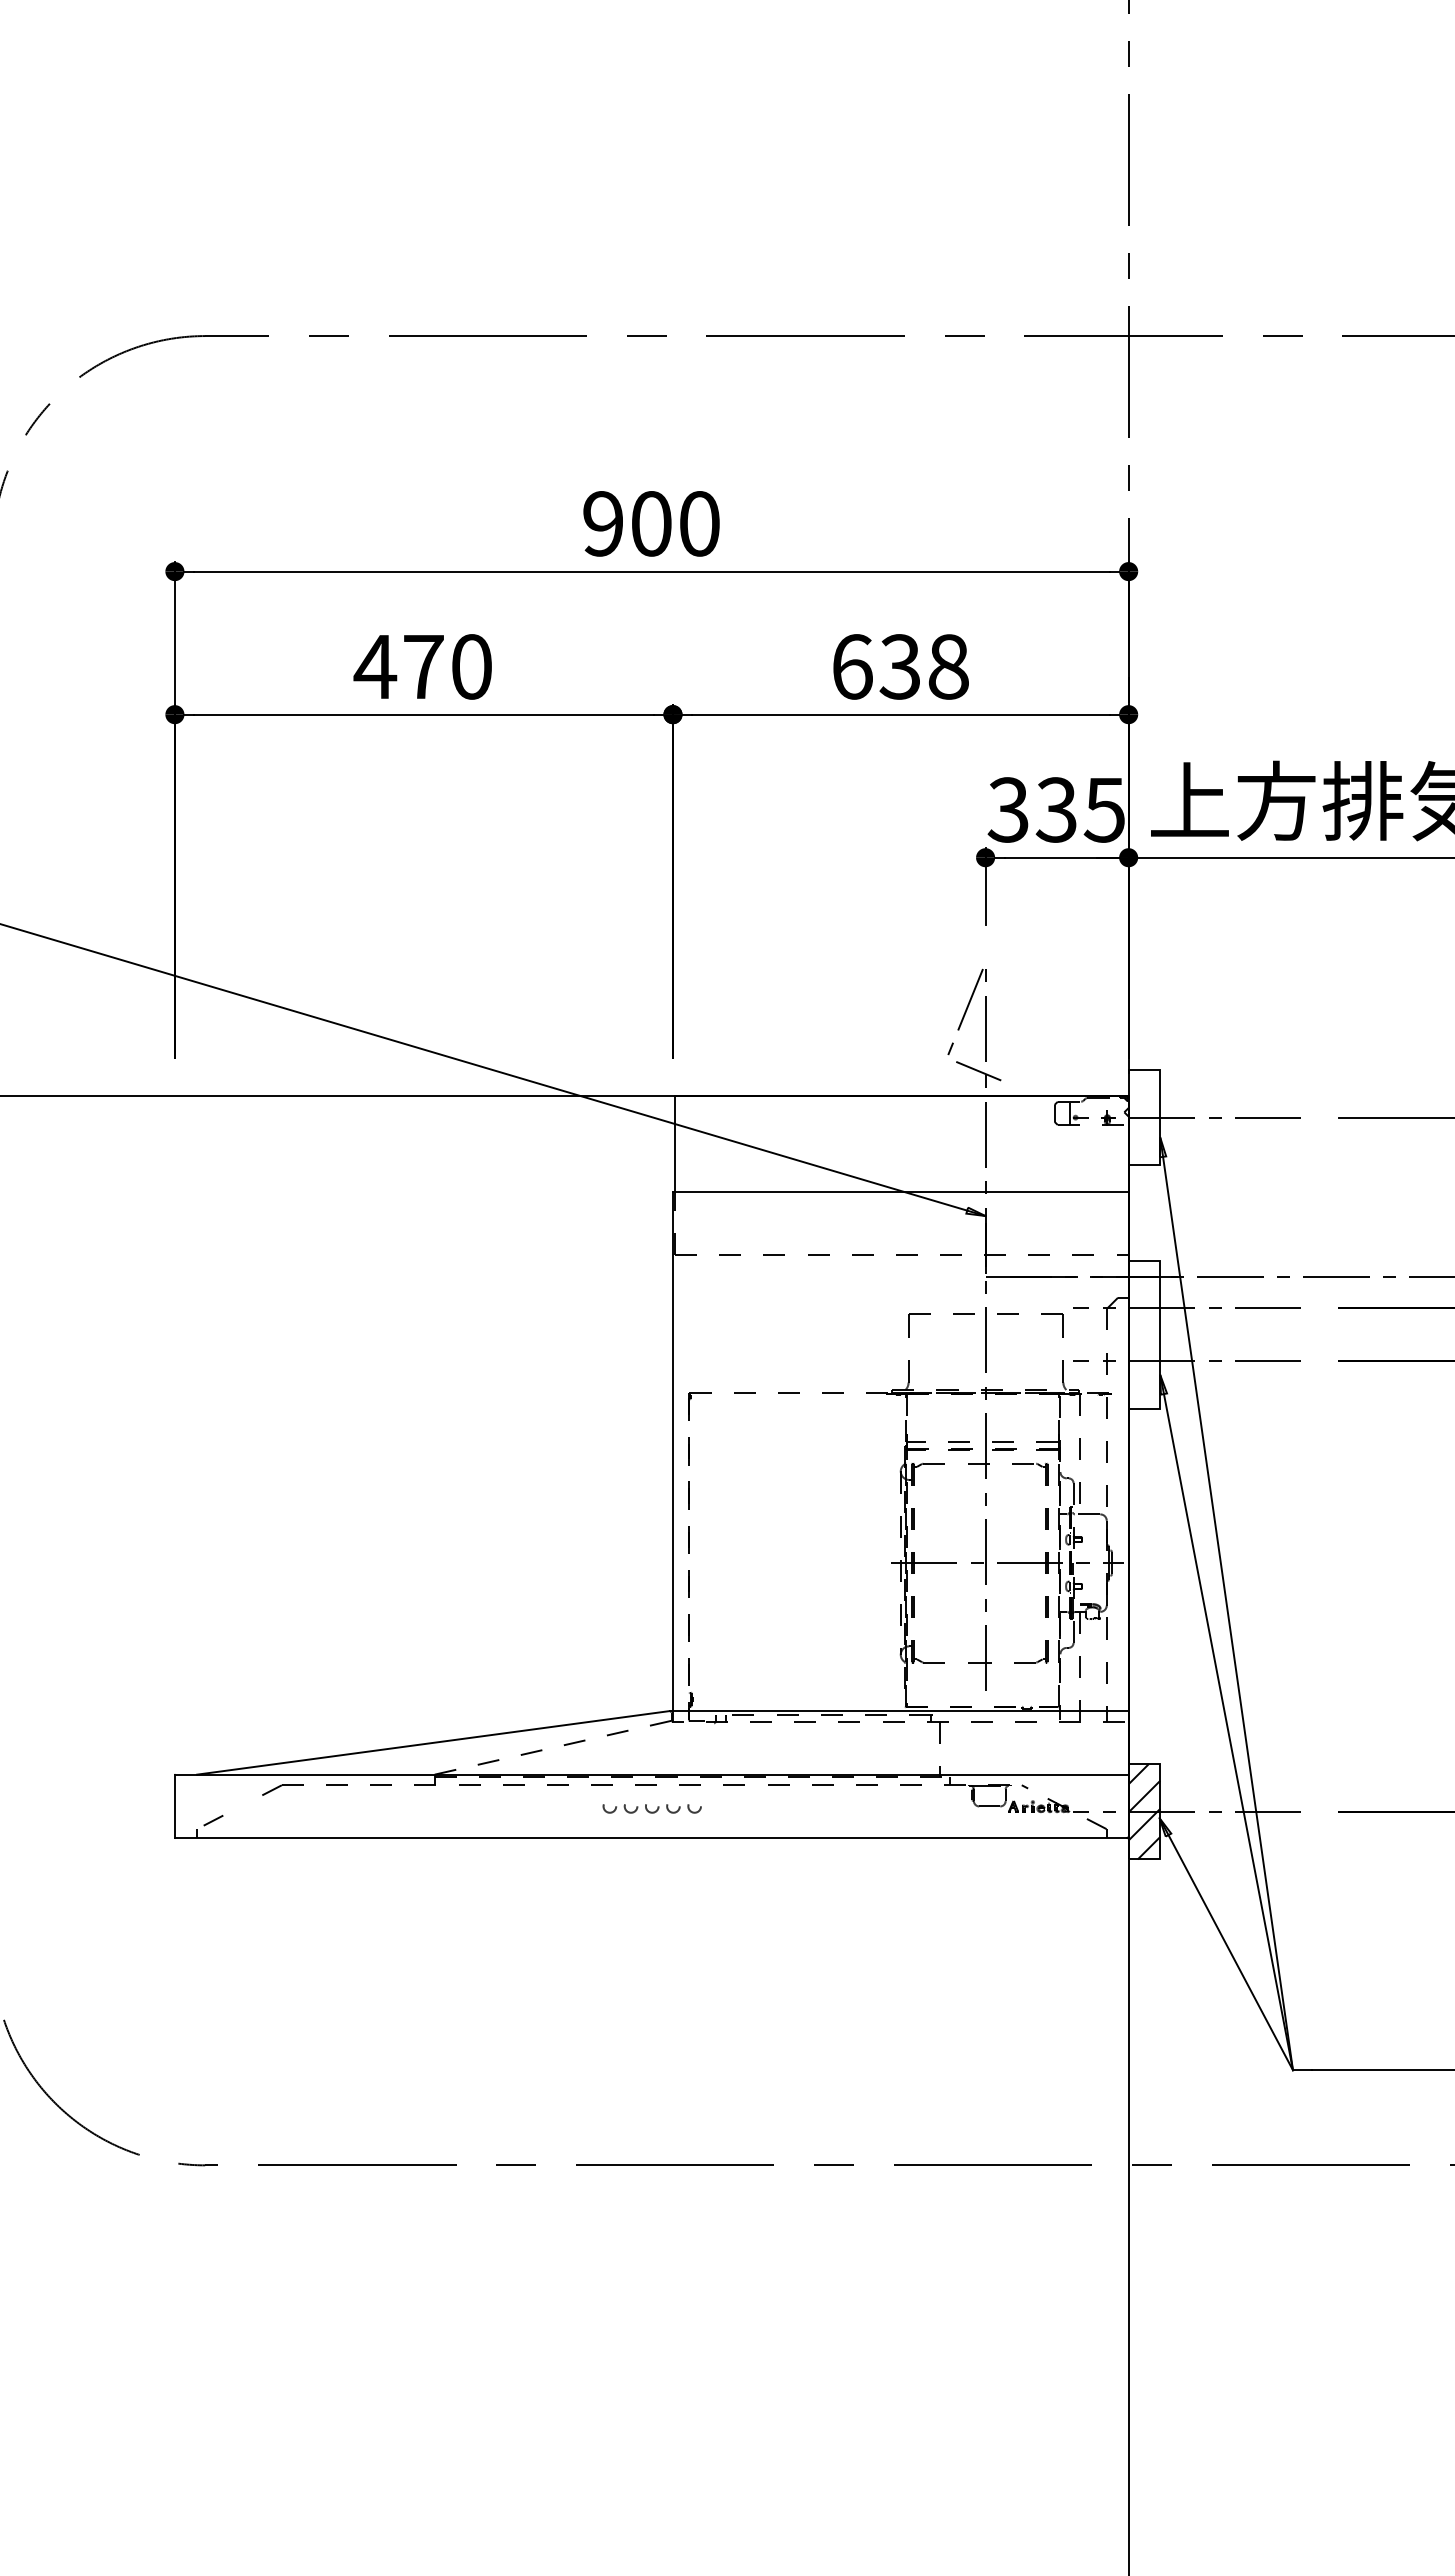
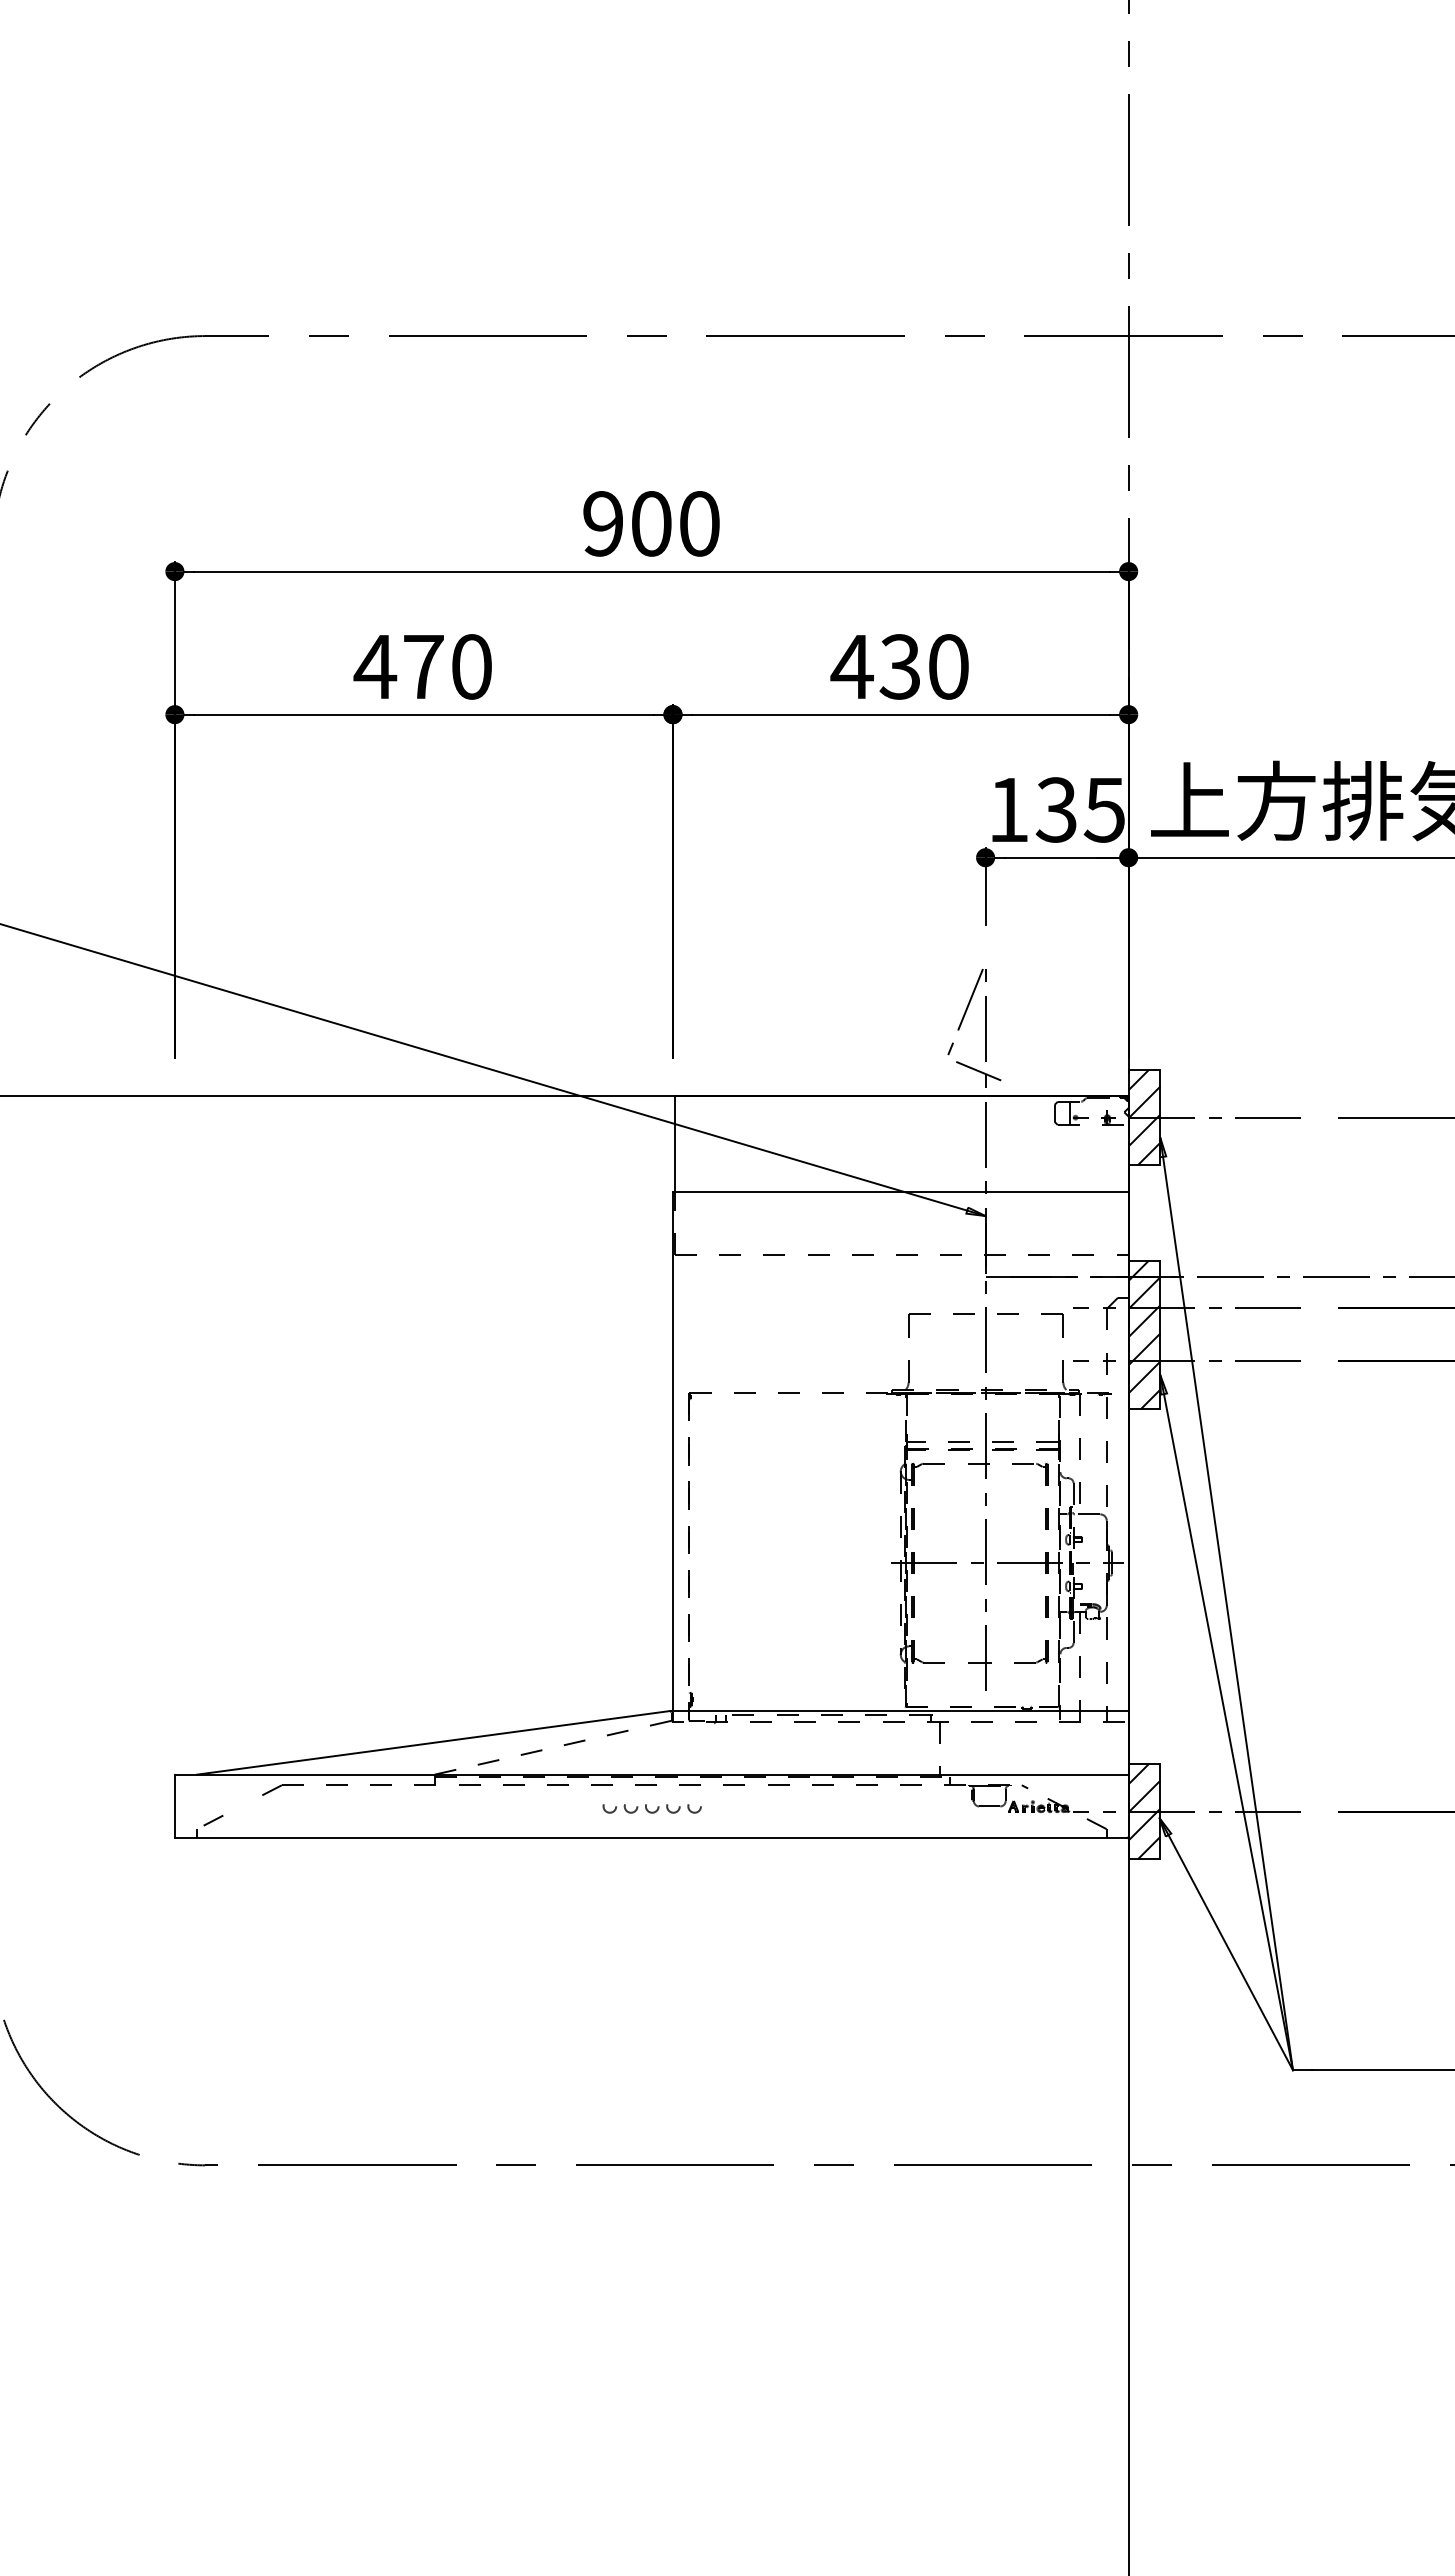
text at (899, 666): 638 -> 430
text at (1007, 809): 335 -> 135
hatch at (1144, 1117): none -> present
hatch at (1144, 1334): none -> present
